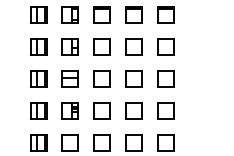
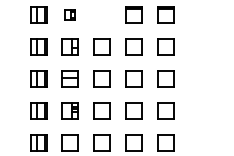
part at (69, 14) size: 18x18 px -> 12x12 px
part at (101, 14): present -> none
